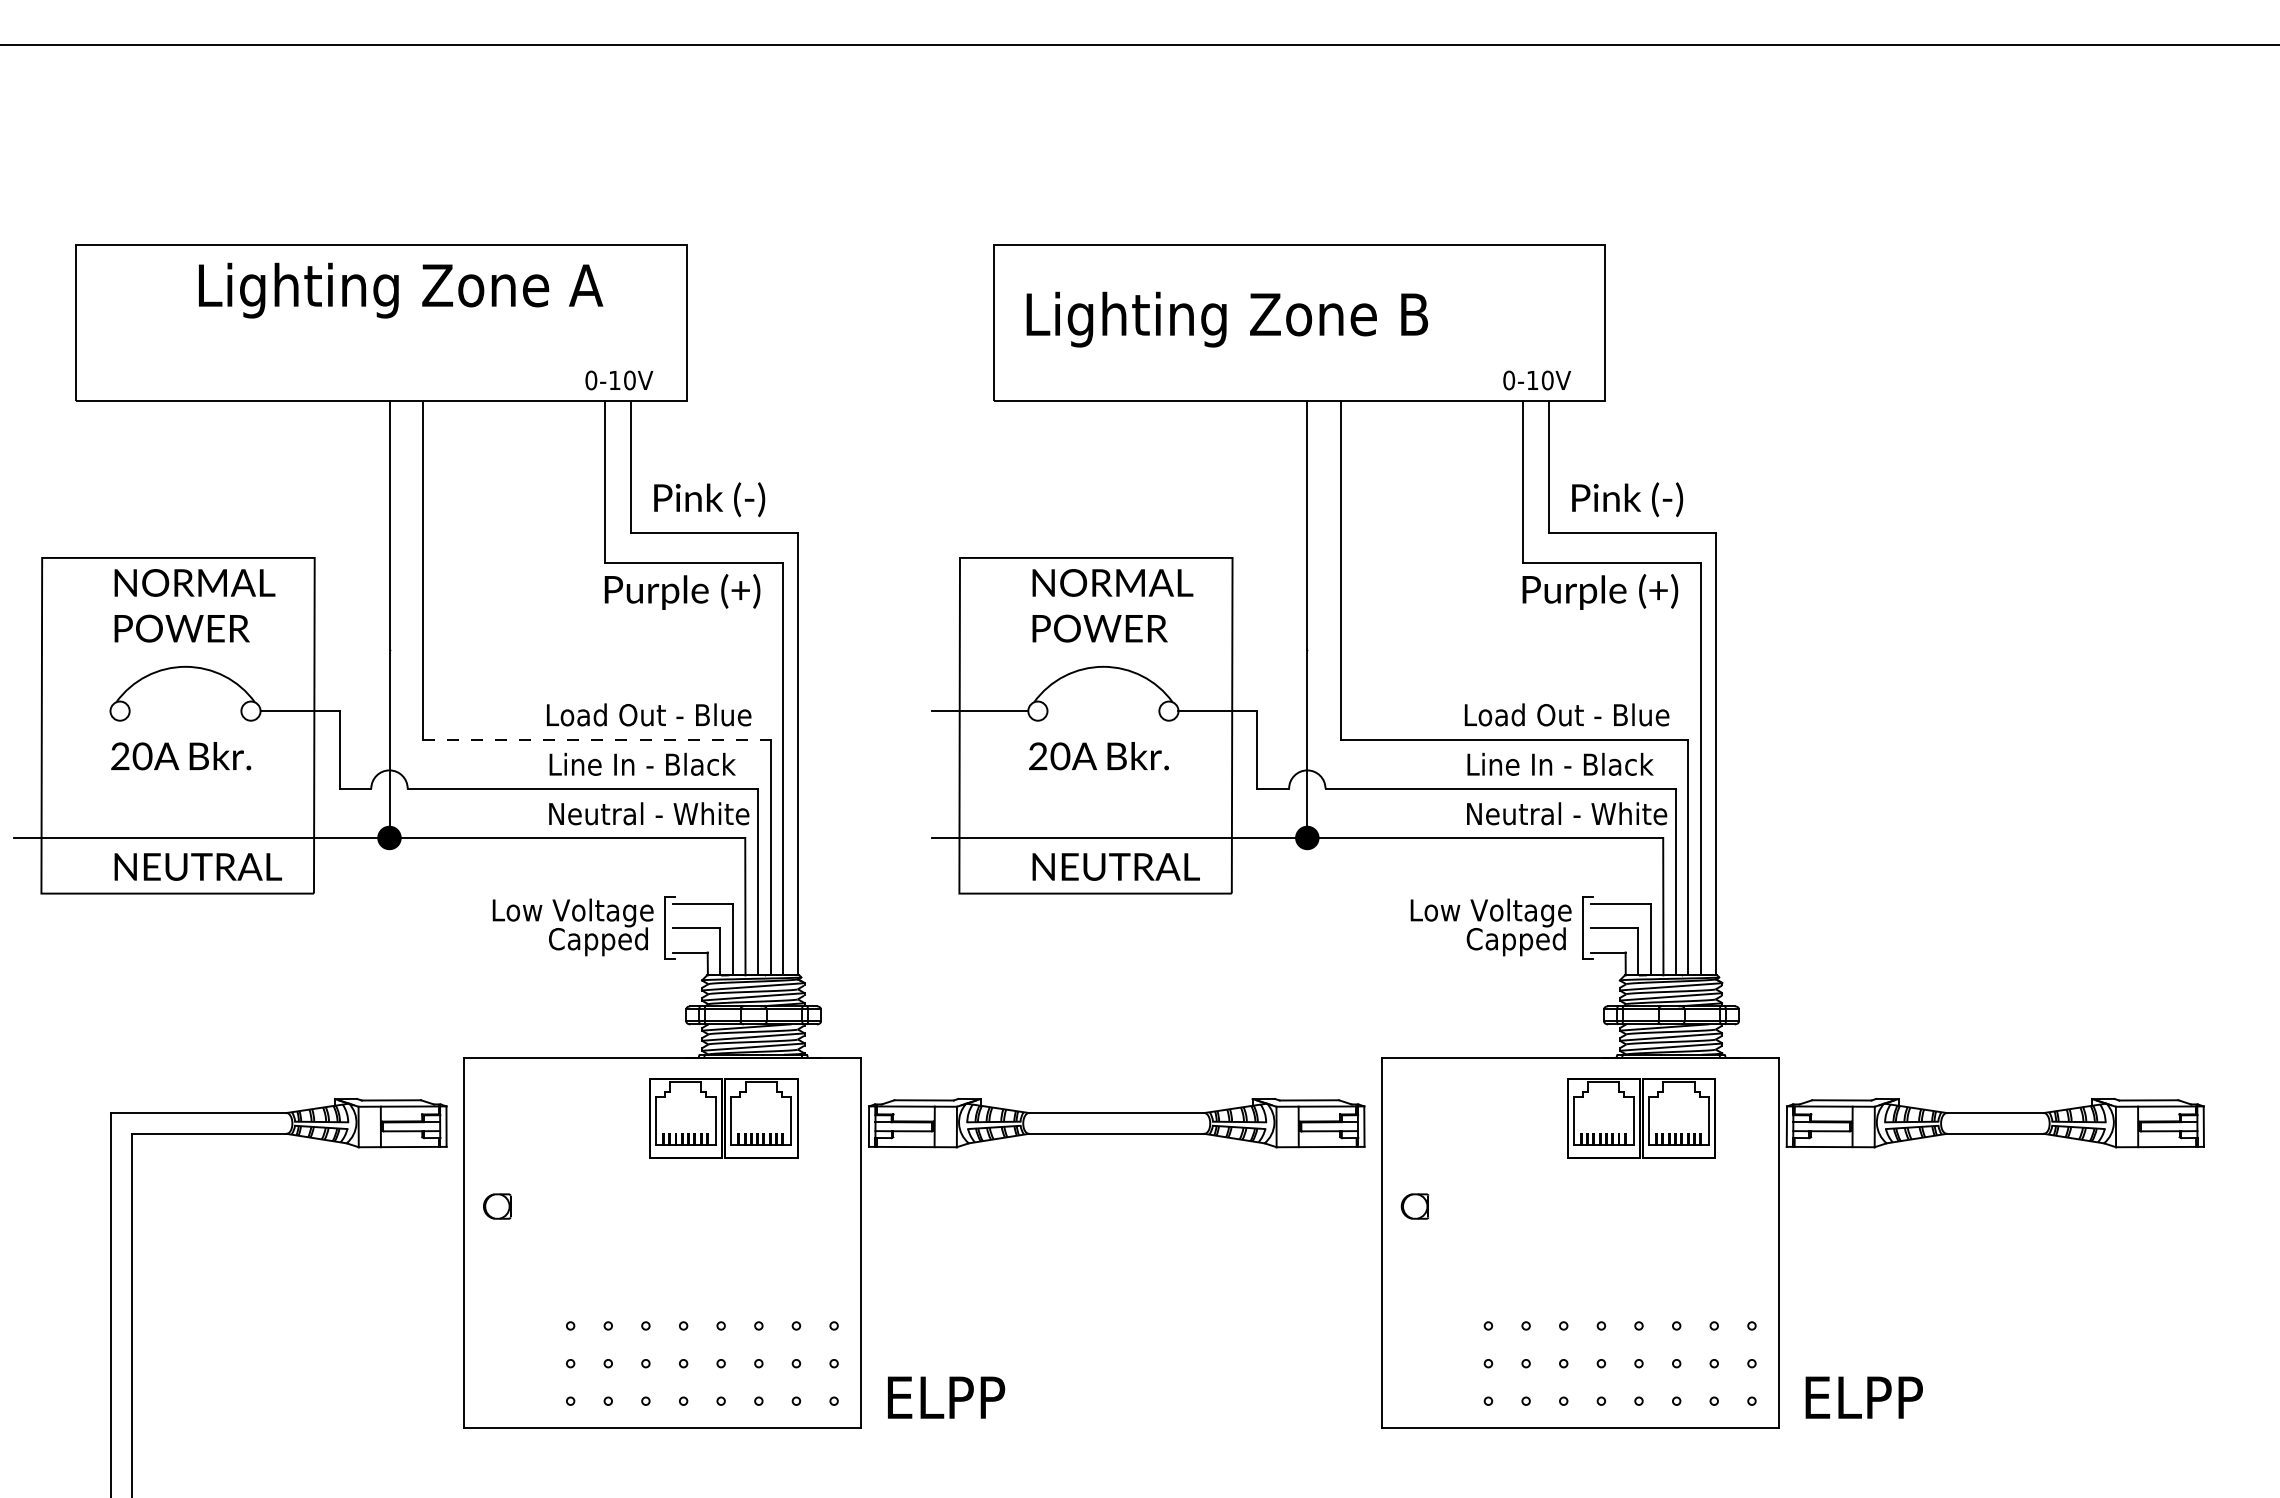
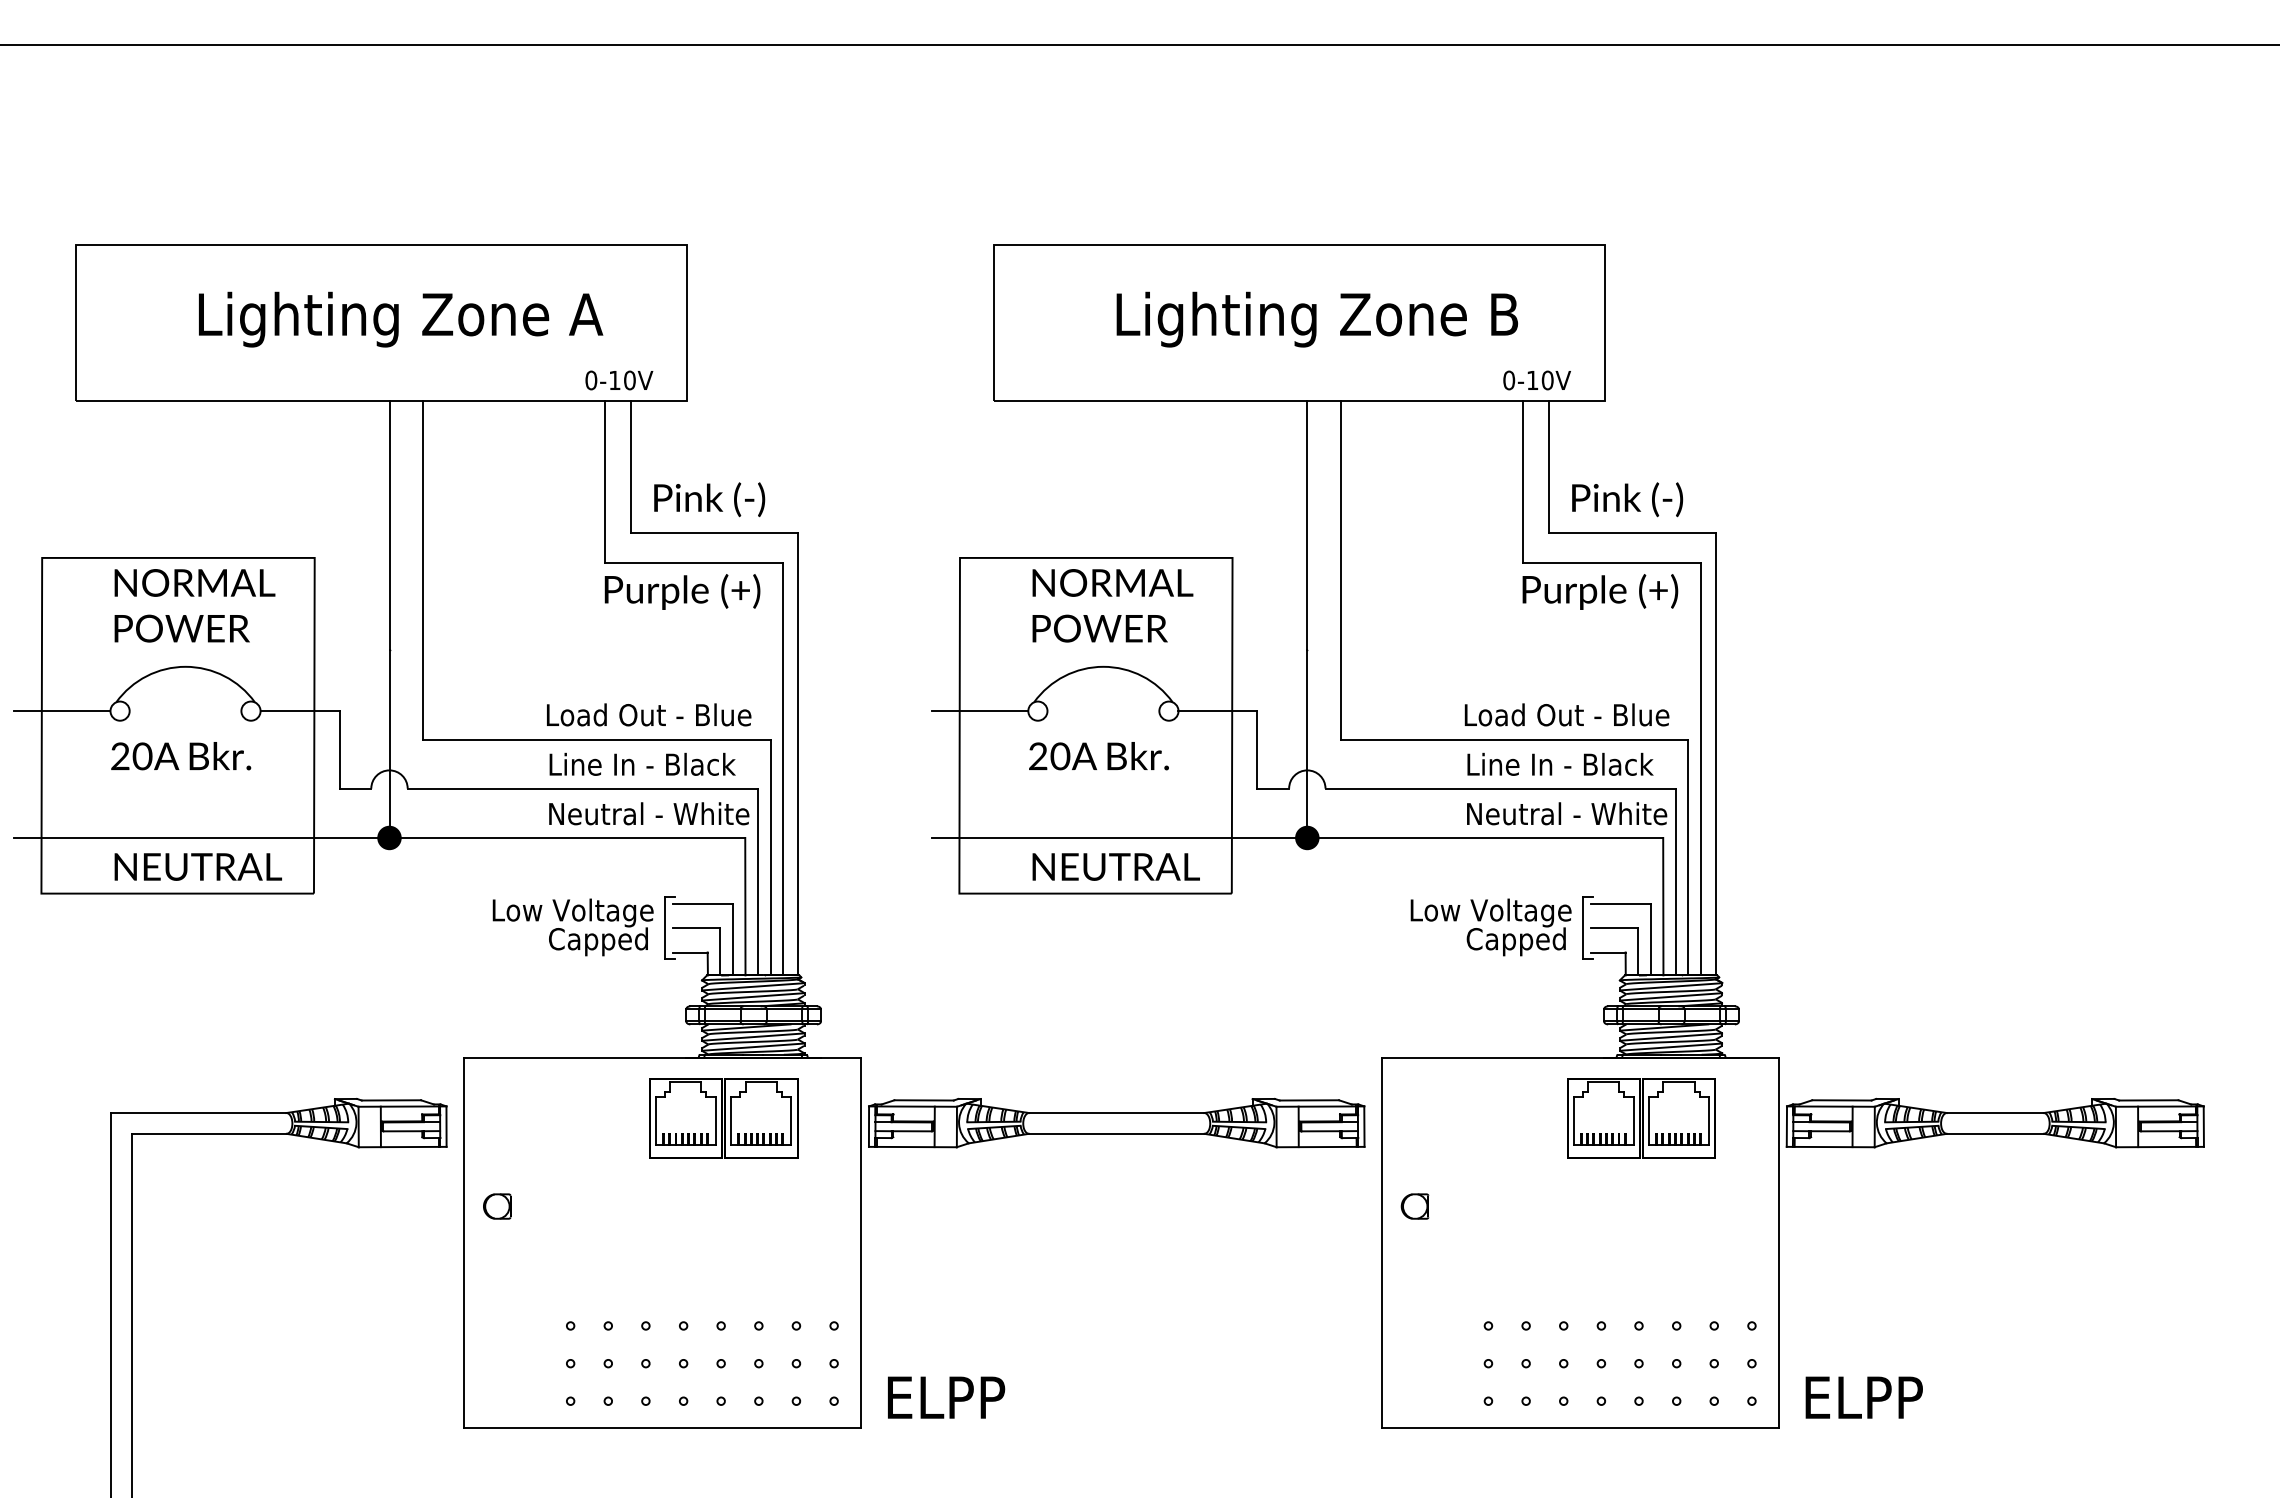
text at (401, 290) position: (401, 290) -> (401, 319)
text at (1226, 319) position: (1226, 319) -> (1316, 319)
line at (61, 711): none -> present
line at (596, 740): dashed -> solid
